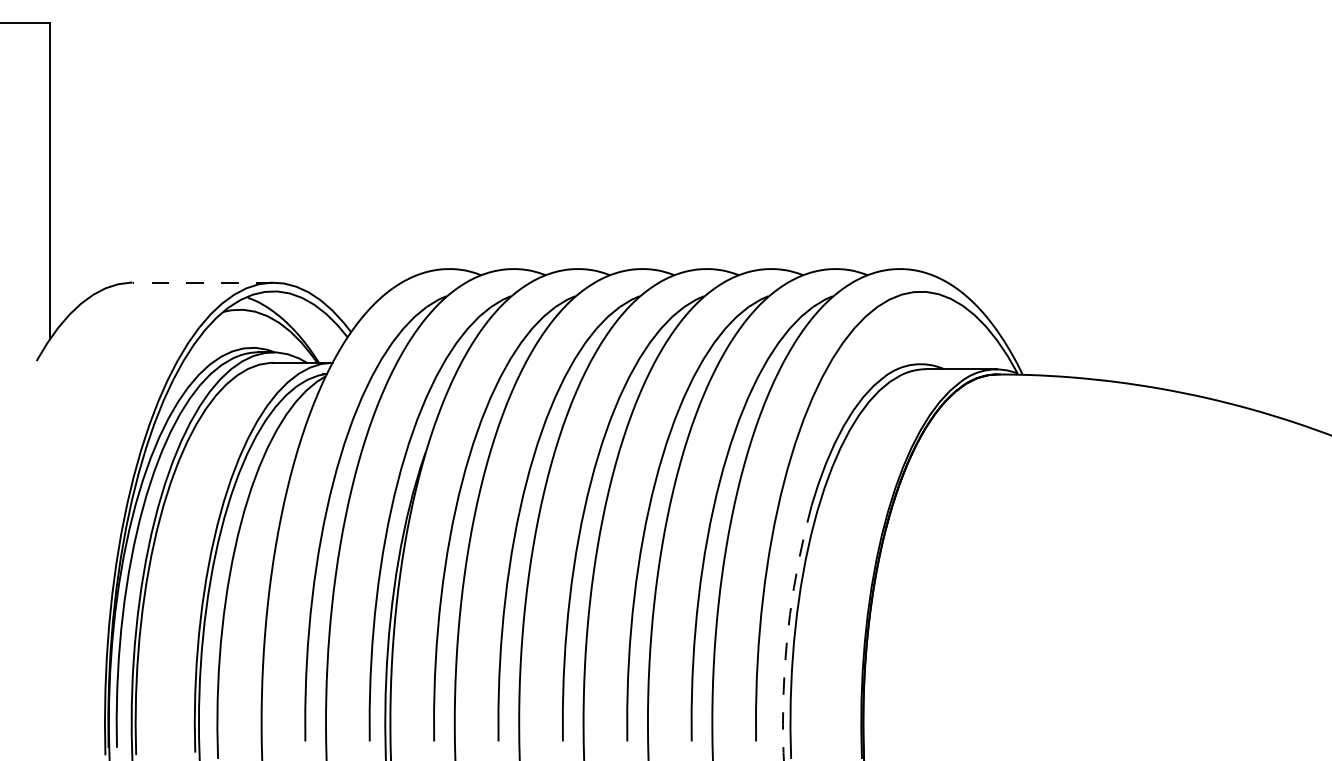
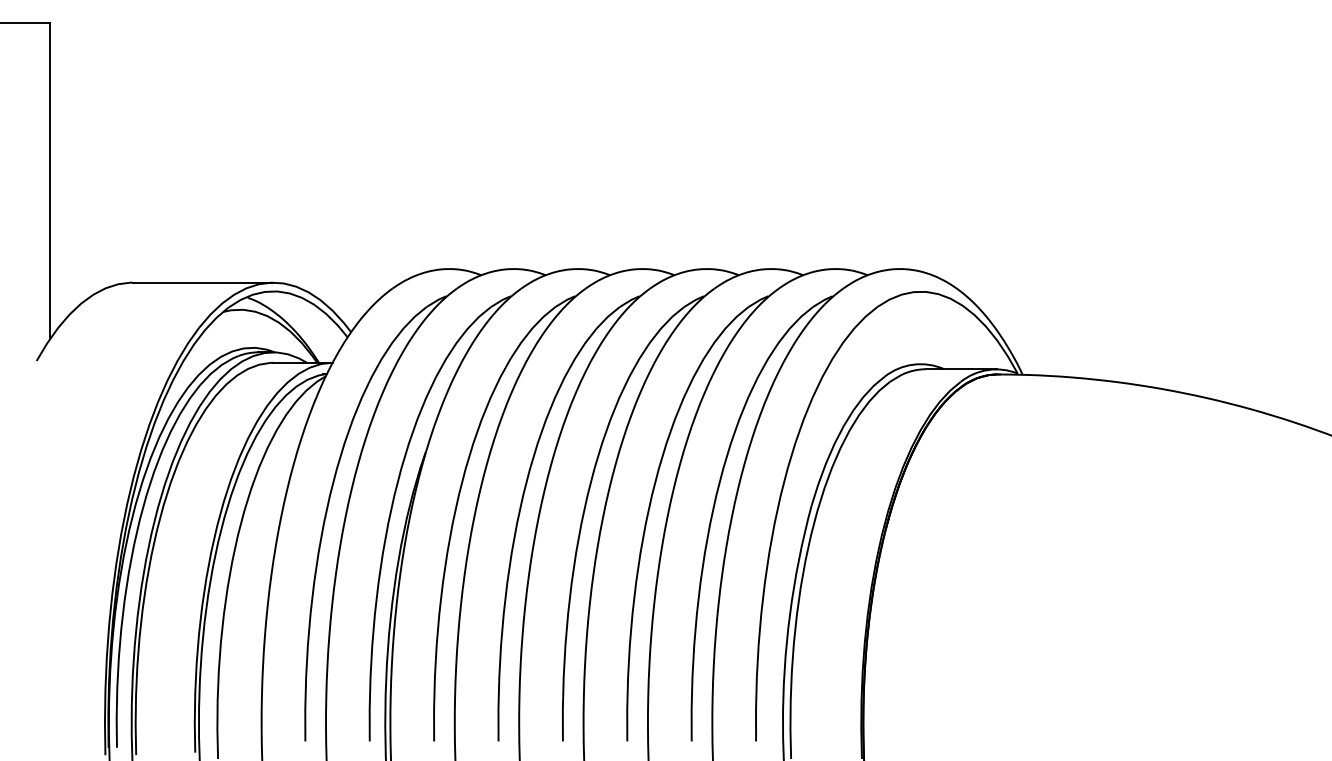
line at (202, 282): dashed -> solid
arc at (787, 633): dashed -> solid
